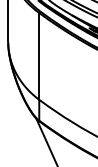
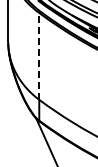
line at (39, 55): solid -> dashed
